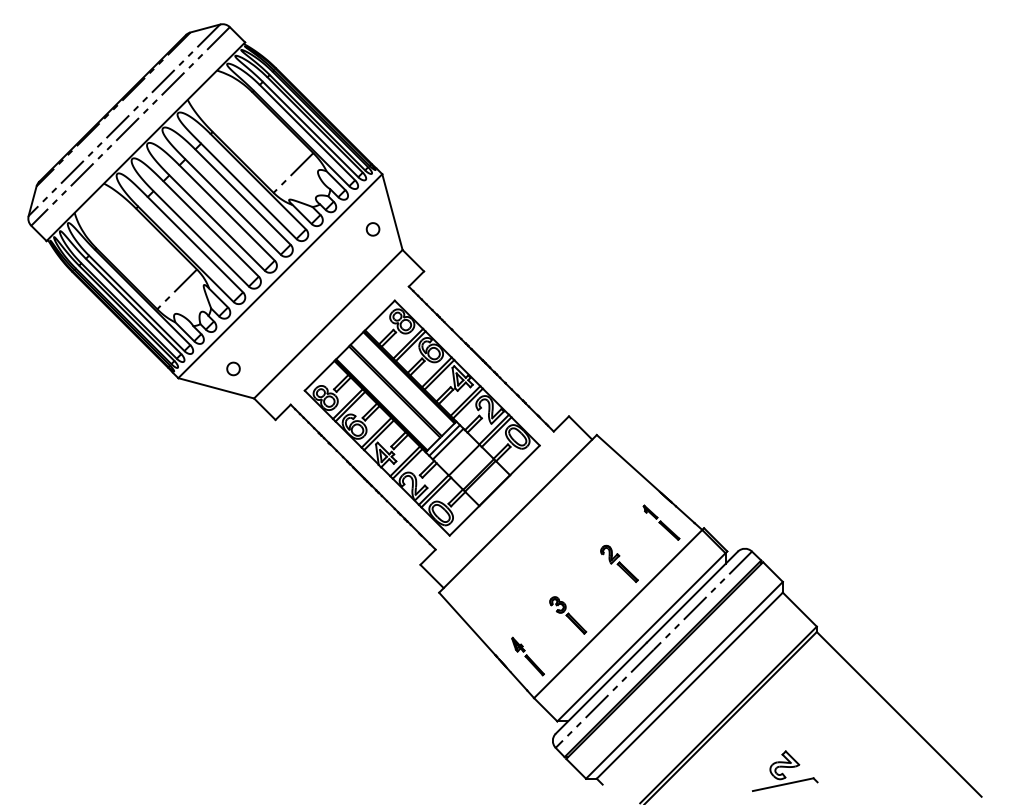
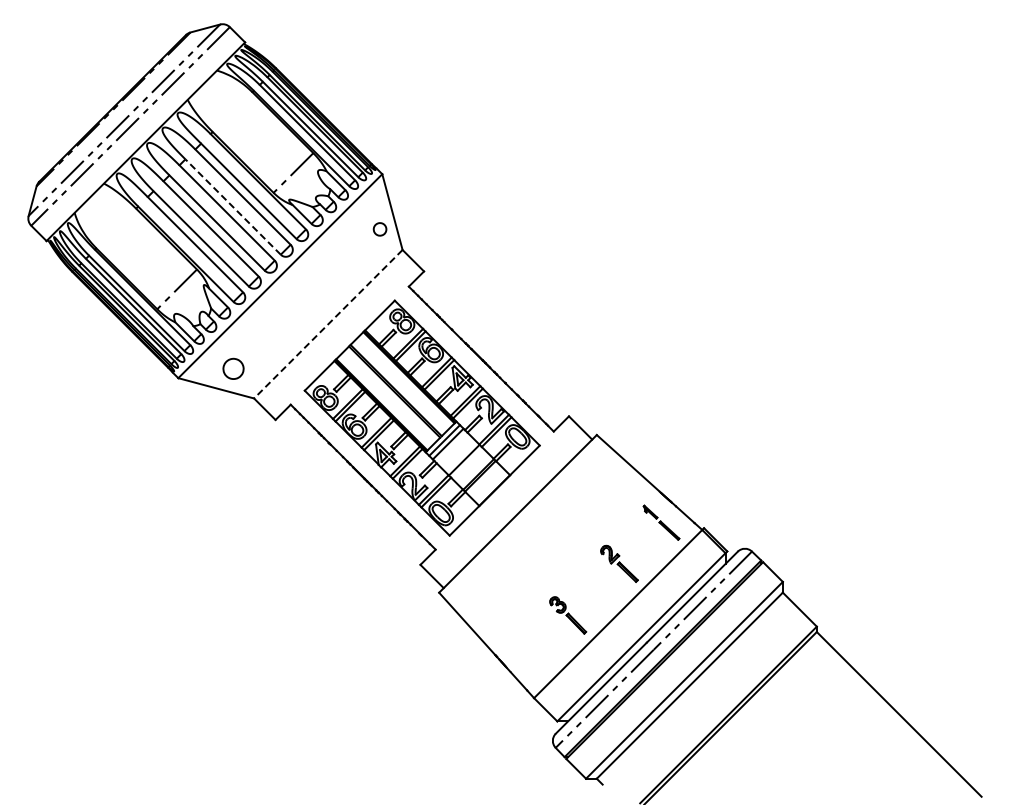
line at (232, 206): solid -> dashed
part at (372, 229) position: (372, 229) -> (379, 229)
line at (328, 324): solid -> dashed
part at (233, 368) size: 15x16 px -> 23x23 px
part at (527, 656): present -> none
part at (785, 770): present -> none
